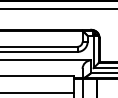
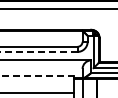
line at (38, 51): solid -> dashed
line at (37, 75): solid -> dashed
